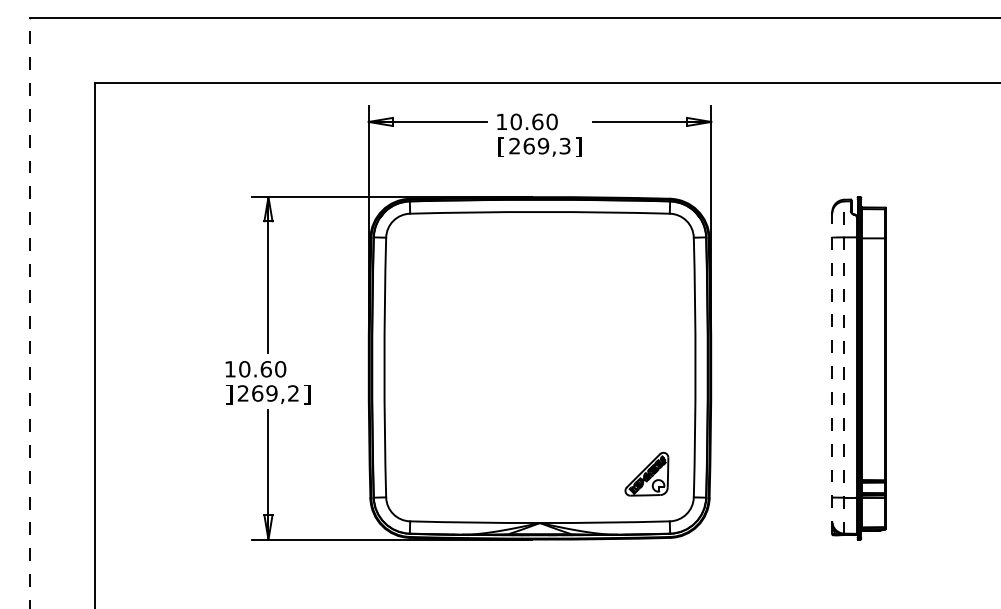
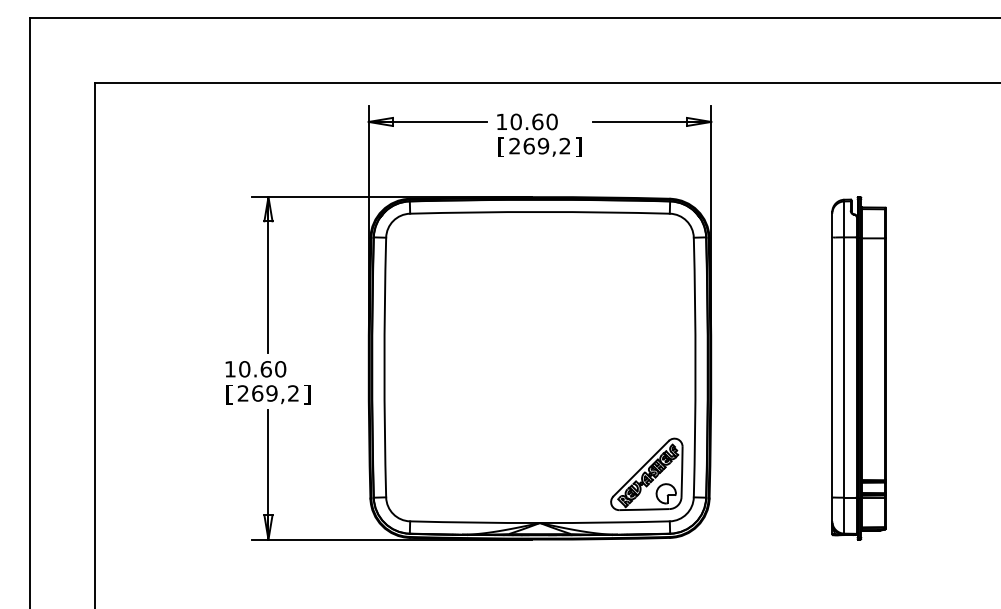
text at (564, 146): 269,3 -> 269,2
line at (30, 313): dashed -> solid
line at (844, 366): dashed -> solid
line at (832, 372): dashed -> solid
text at (229, 394): ] -> [
part at (646, 473) size: 46x46 px -> 74x74 px
